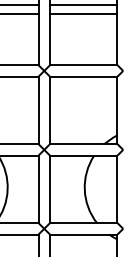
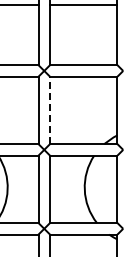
line at (20, 14): present -> none
line at (83, 14): present -> none
line at (50, 110): solid -> dashed
